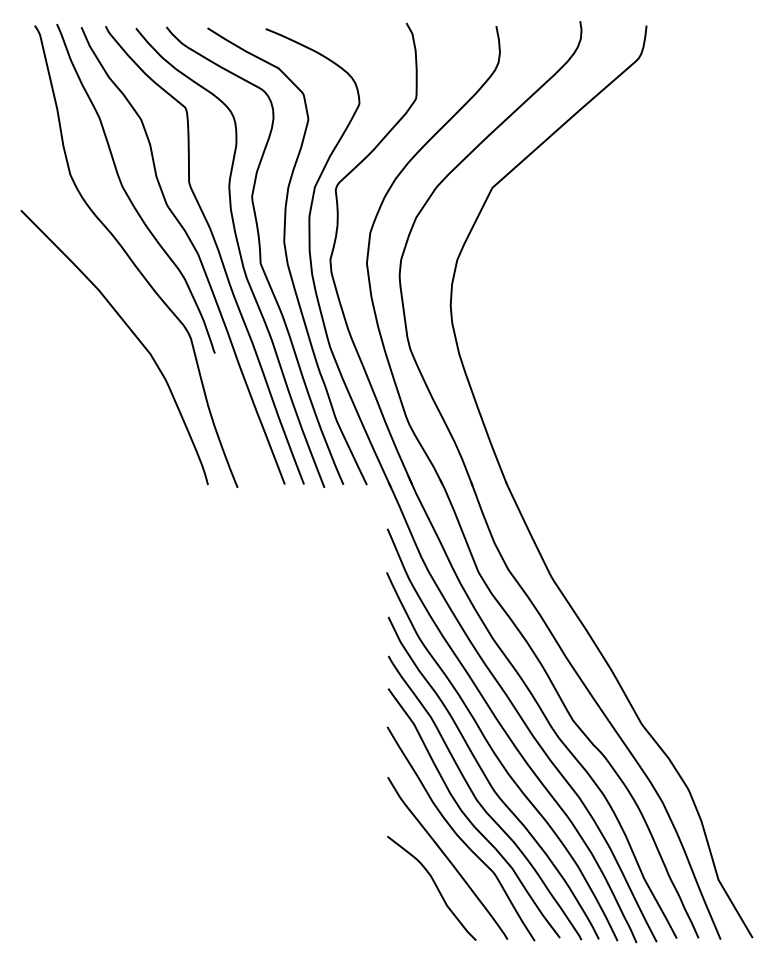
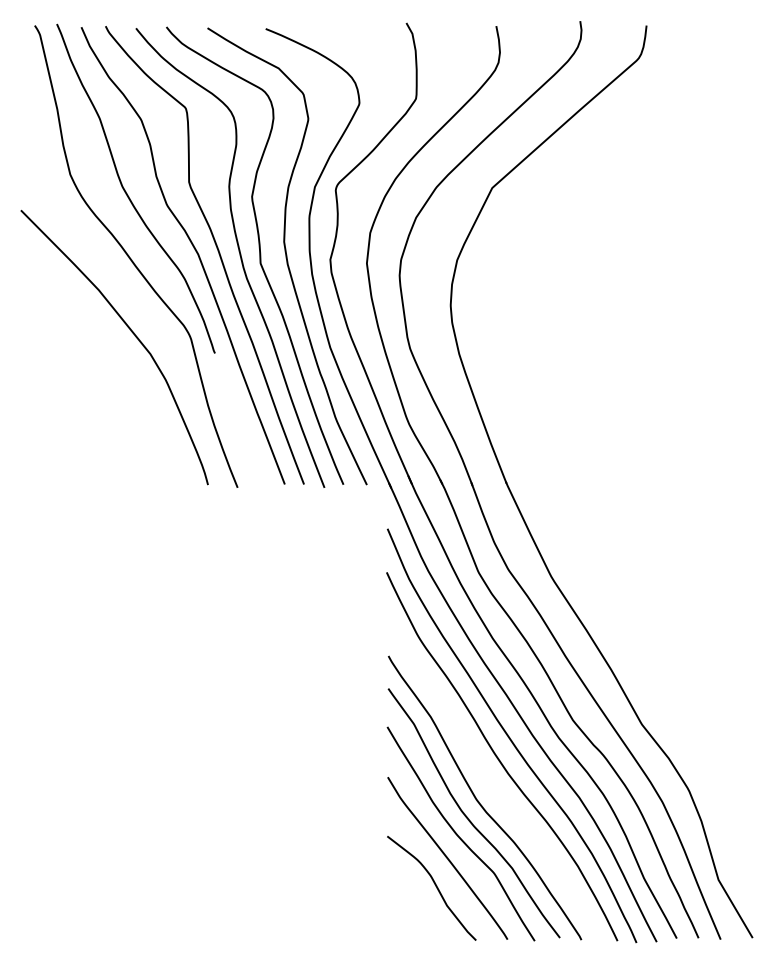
curve at (488, 779): present -> none
